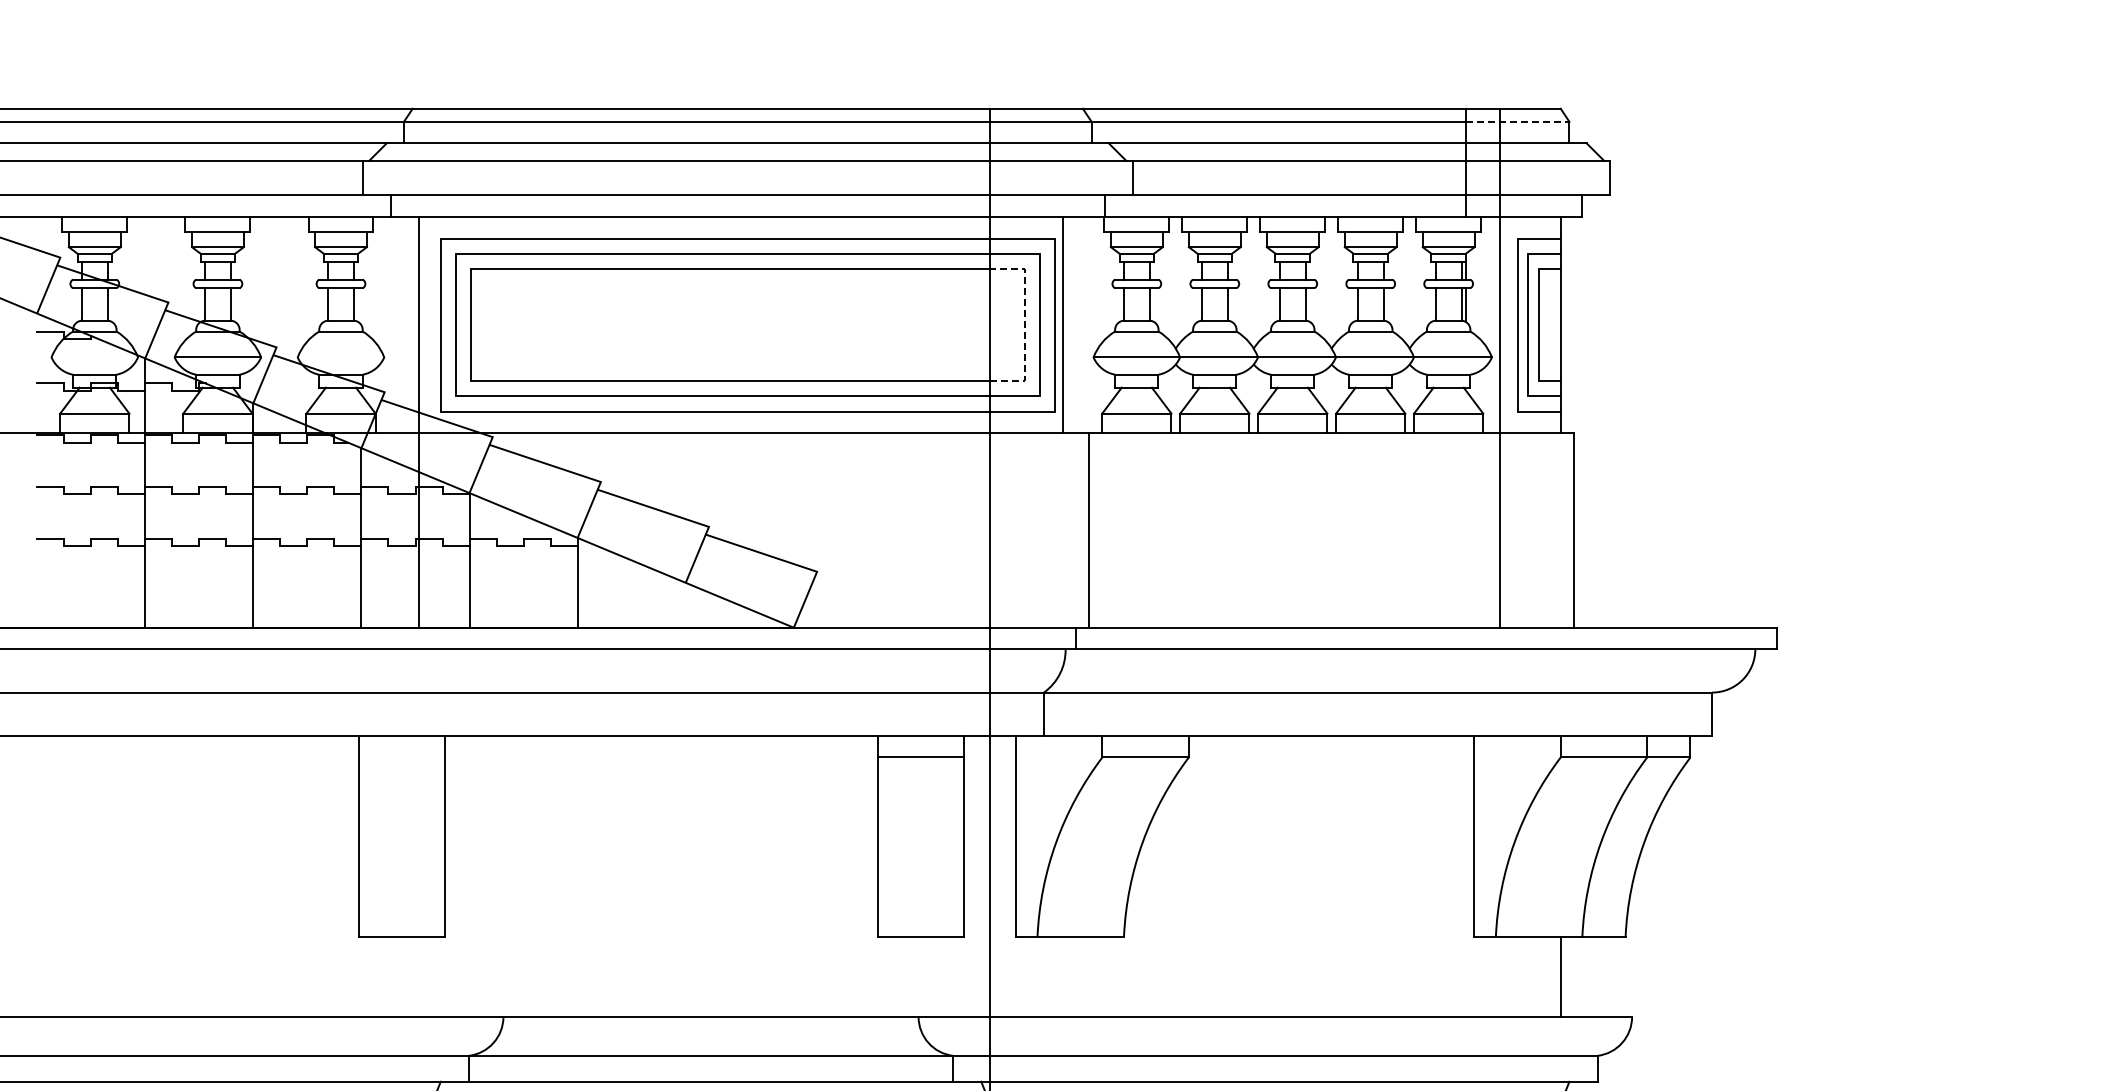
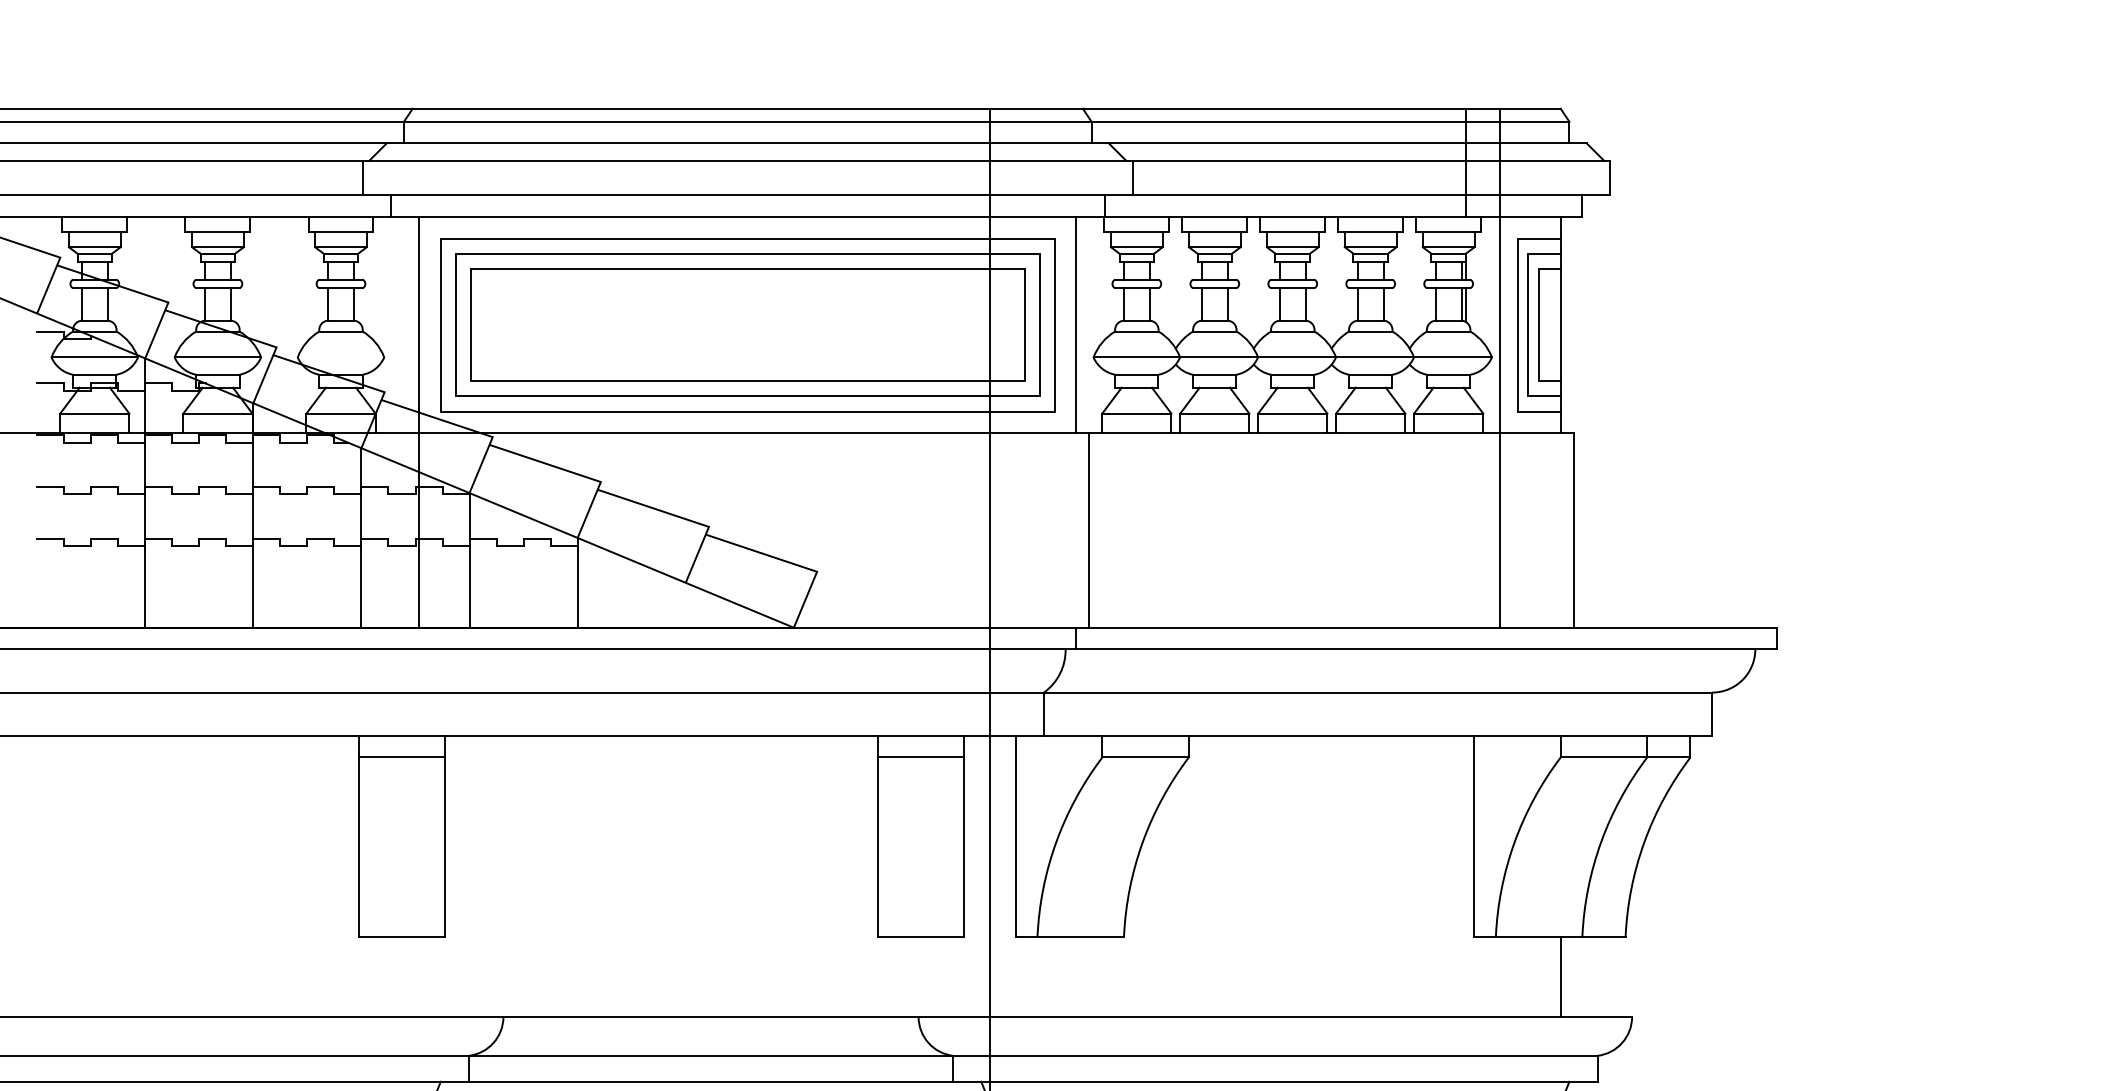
line at (1517, 121): dashed -> solid
line at (1024, 324): dashed -> solid
line at (1063, 324) position: (1063, 324) -> (1076, 324)
line at (94, 357): none -> present
line at (401, 757): none -> present
